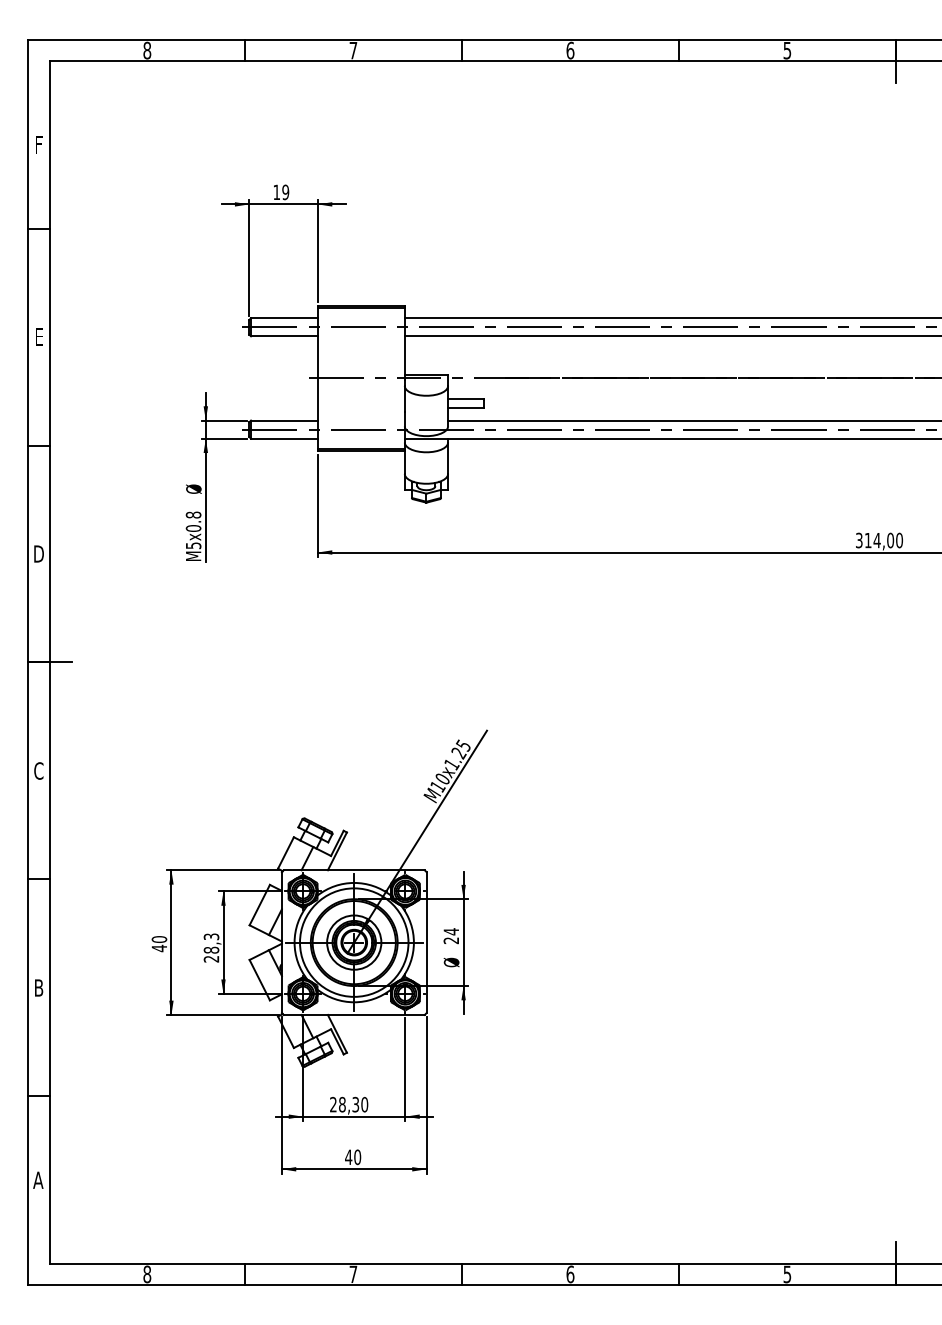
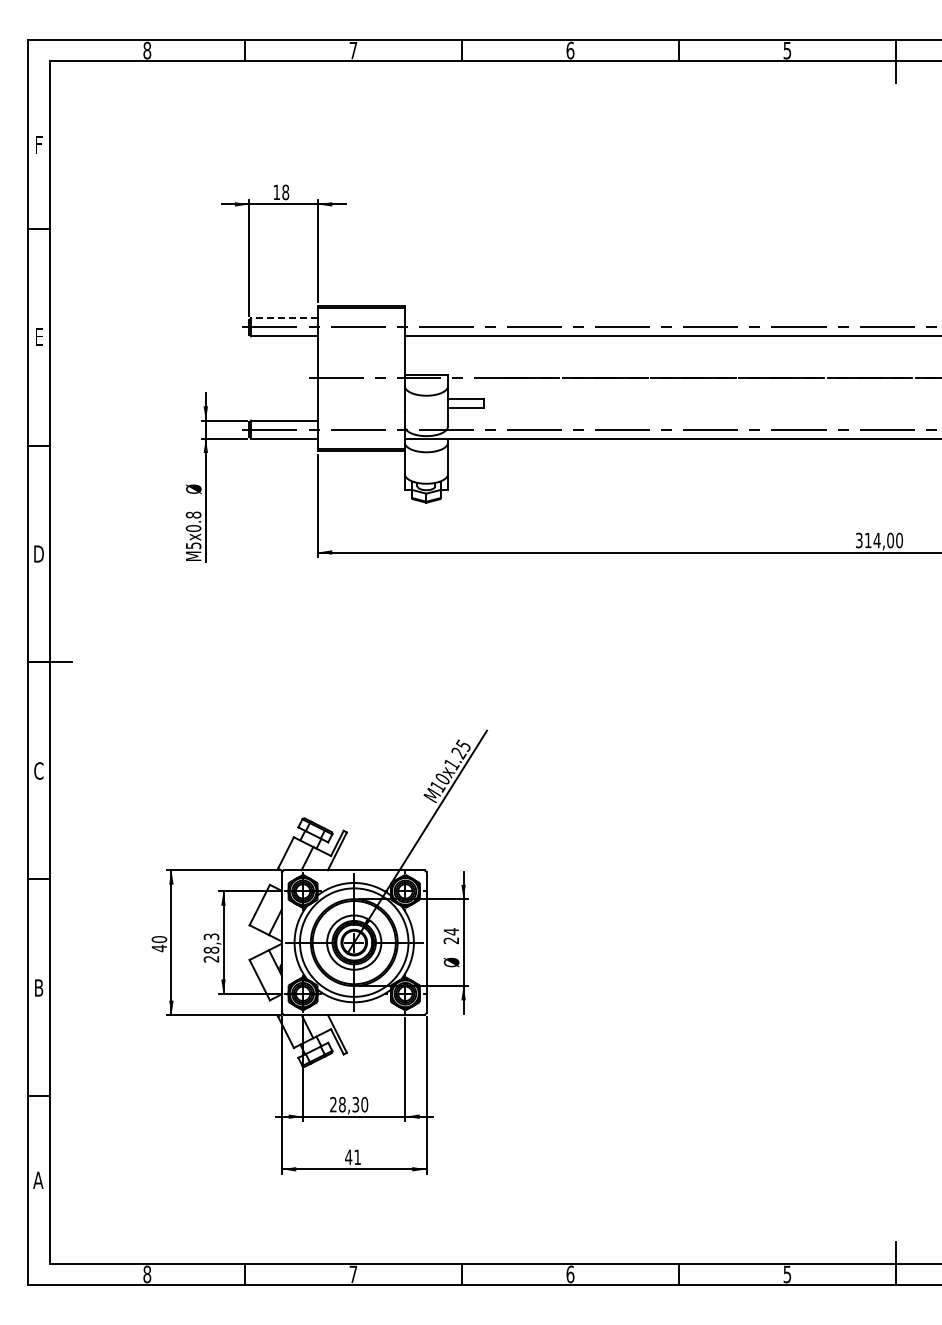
text at (285, 192): 19 -> 18
line at (284, 318): solid -> dashed
line at (671, 318): present -> none
line at (693, 420): present -> none
text at (357, 1157): 40 -> 41
